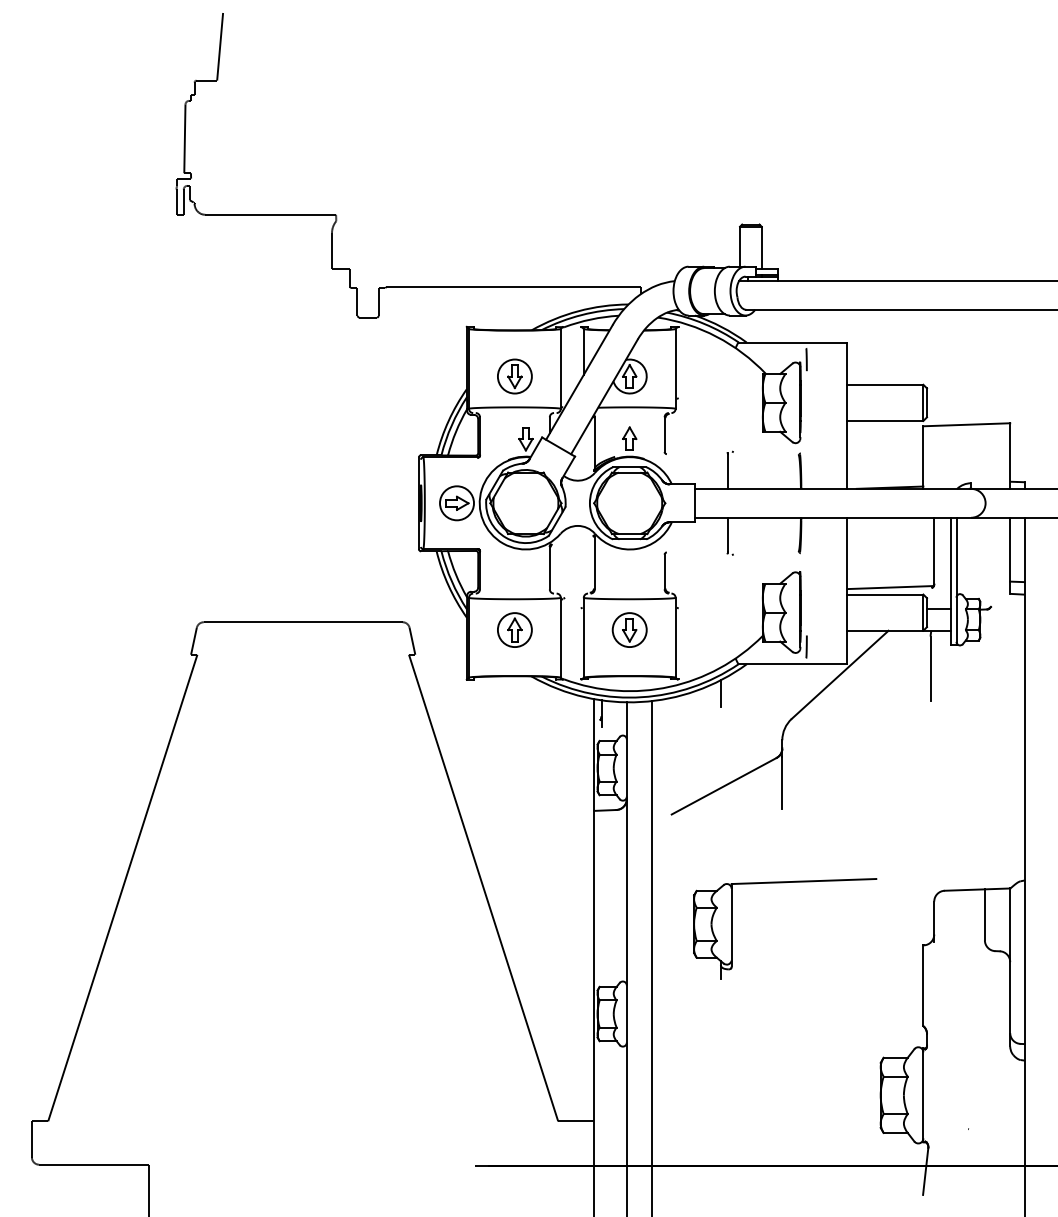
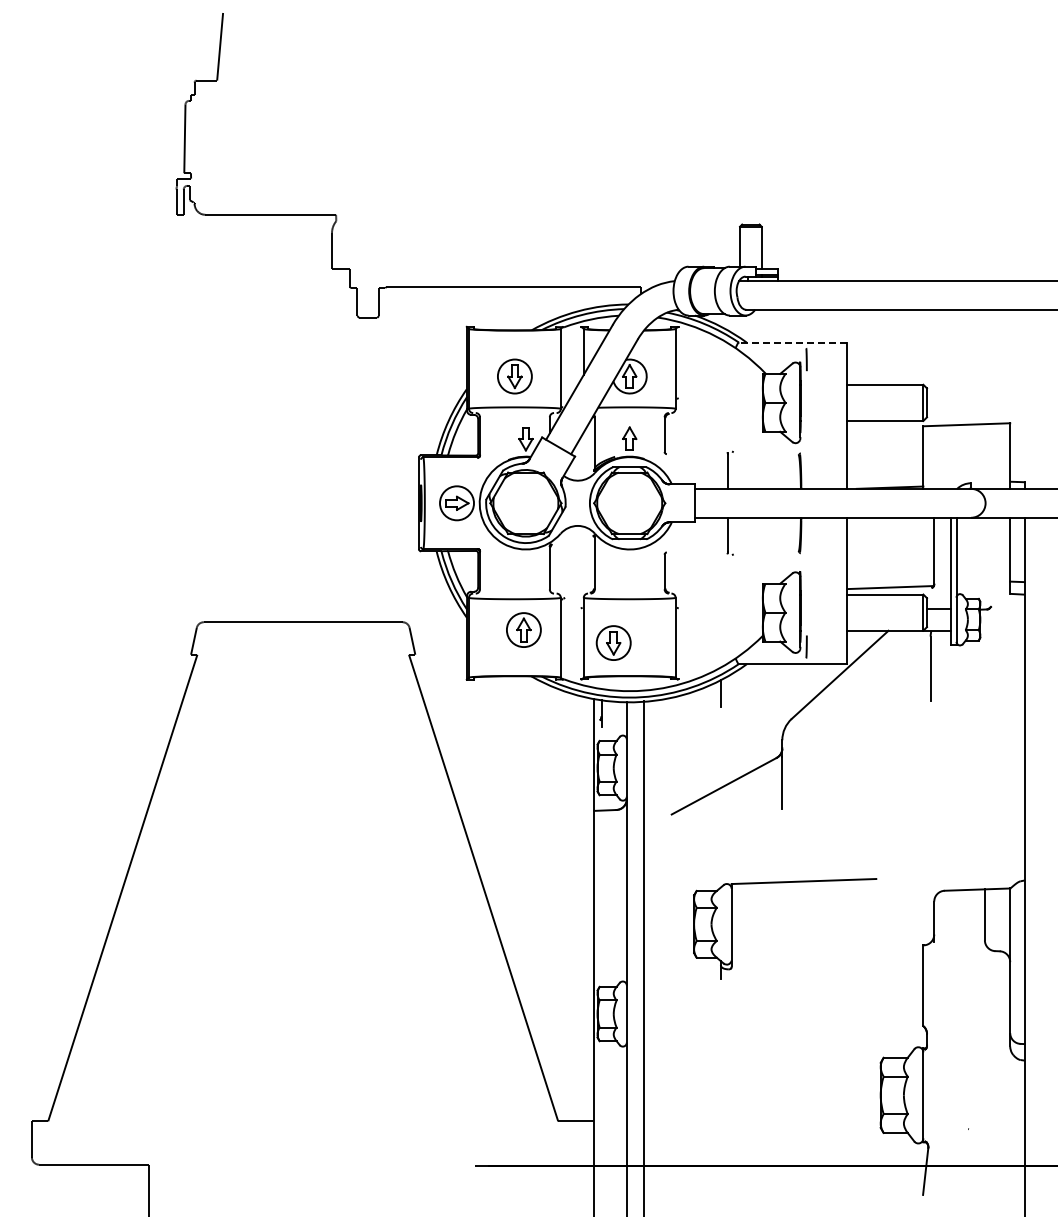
line at (792, 342): solid -> dashed
part at (514, 629) position: (514, 629) -> (523, 629)
part at (629, 629) position: (629, 629) -> (613, 642)
line at (652, 957) position: (652, 957) -> (644, 957)
